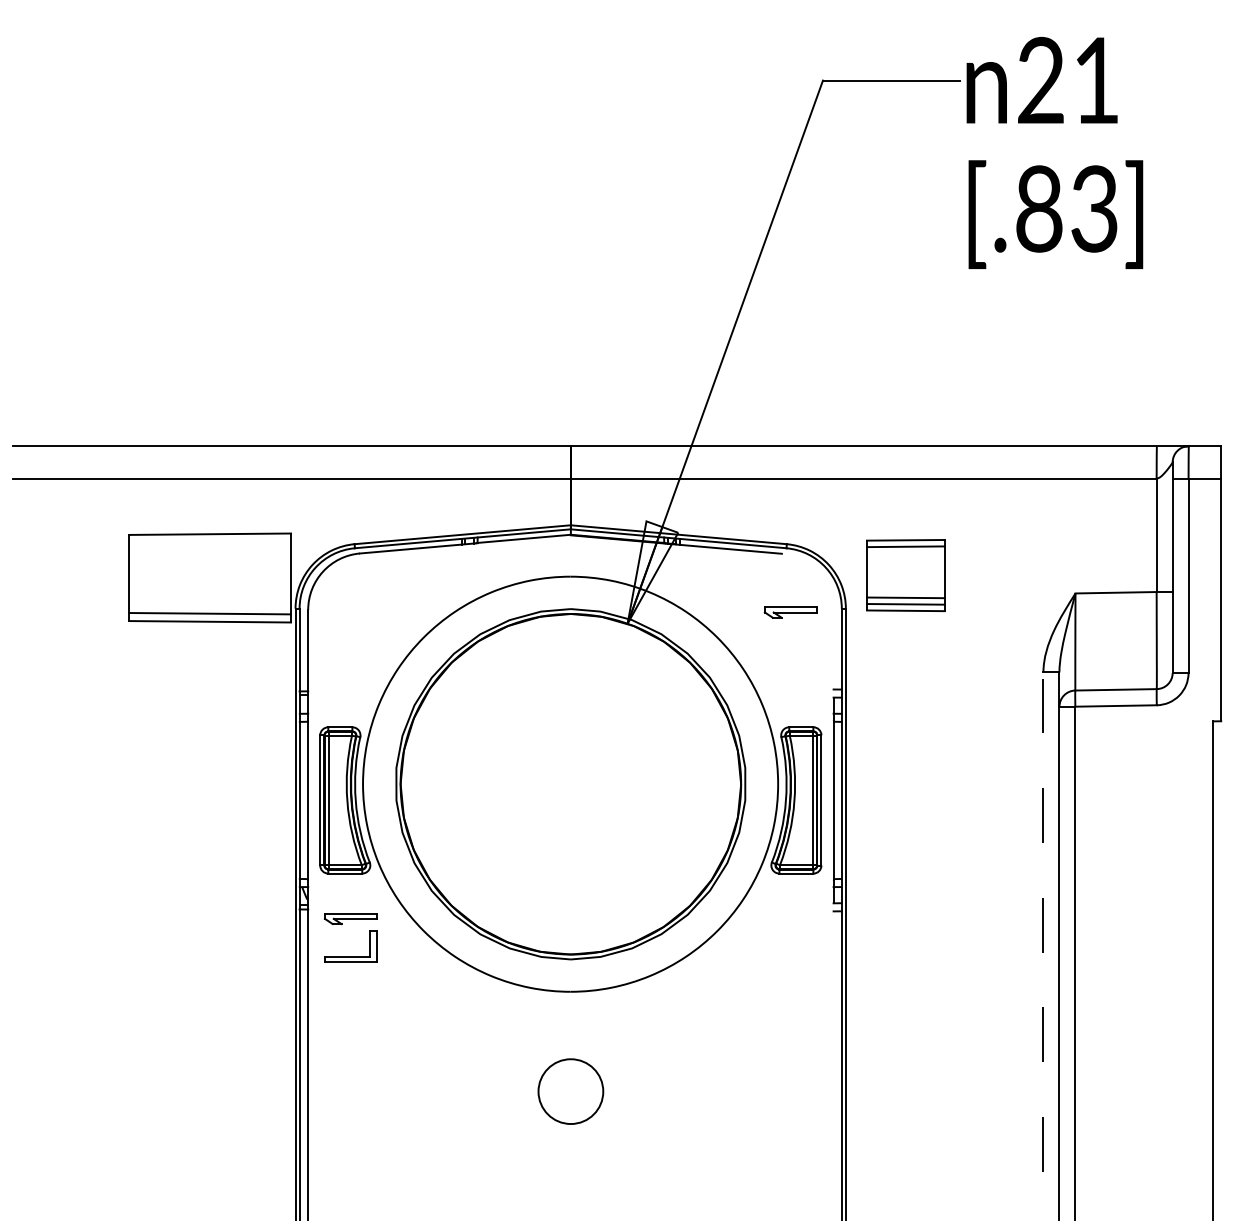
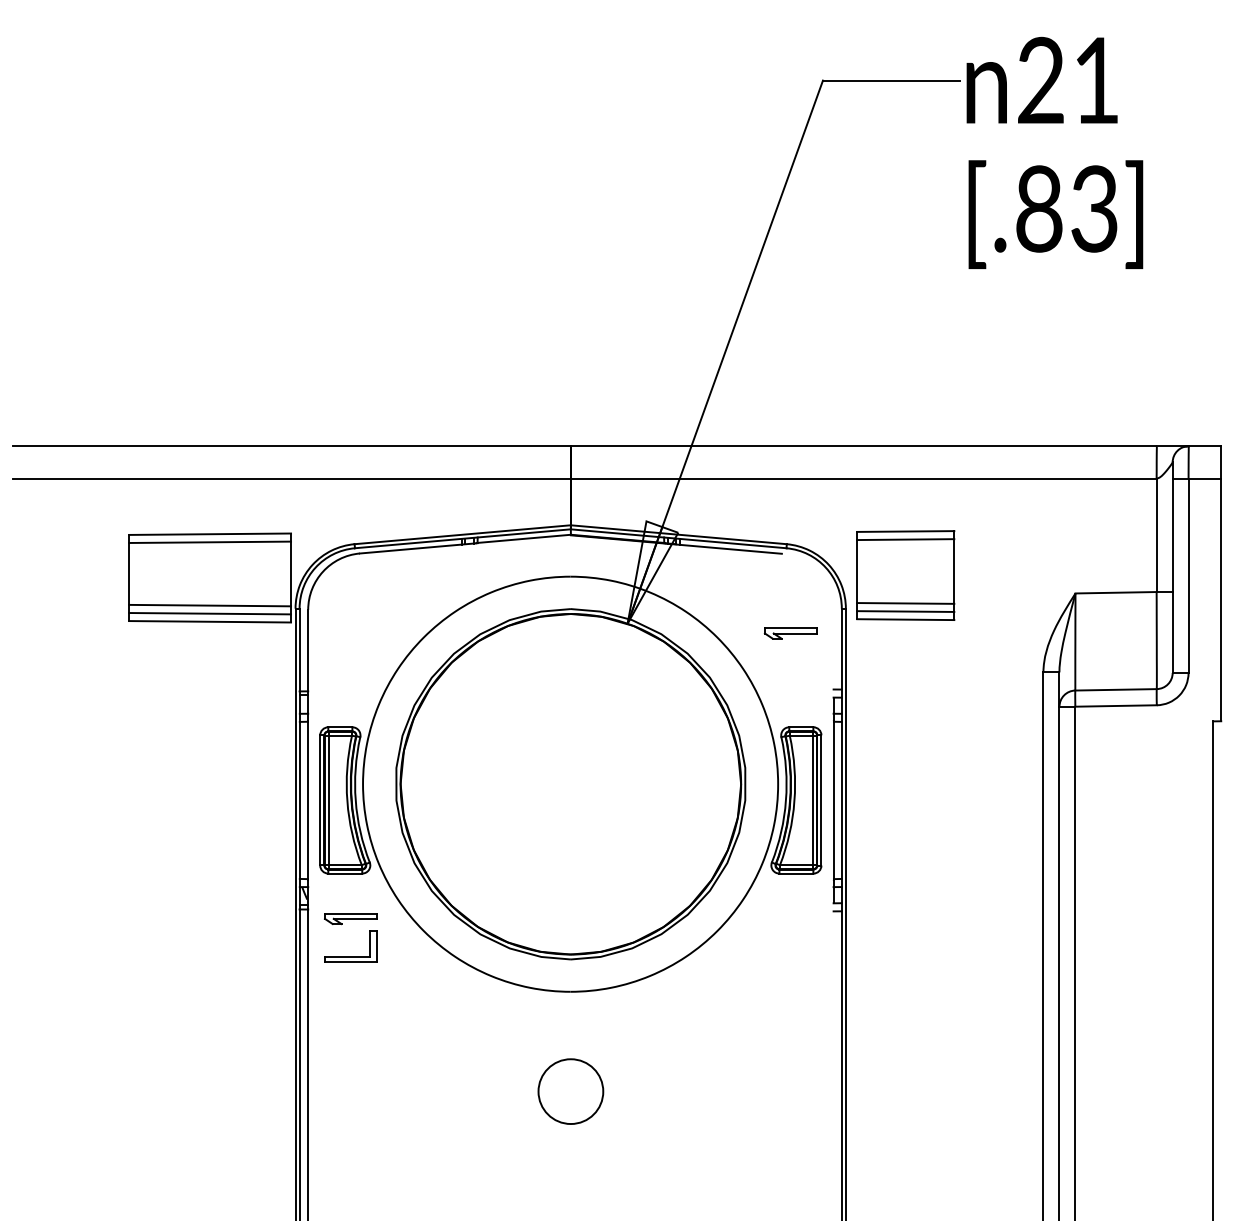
line at (210, 542): none -> present
part at (905, 575) size: 80x73 px -> 100x91 px
line at (210, 605): none -> present
part at (790, 612) position: (790, 612) -> (790, 633)
line at (1043, 946): dashed -> solid
